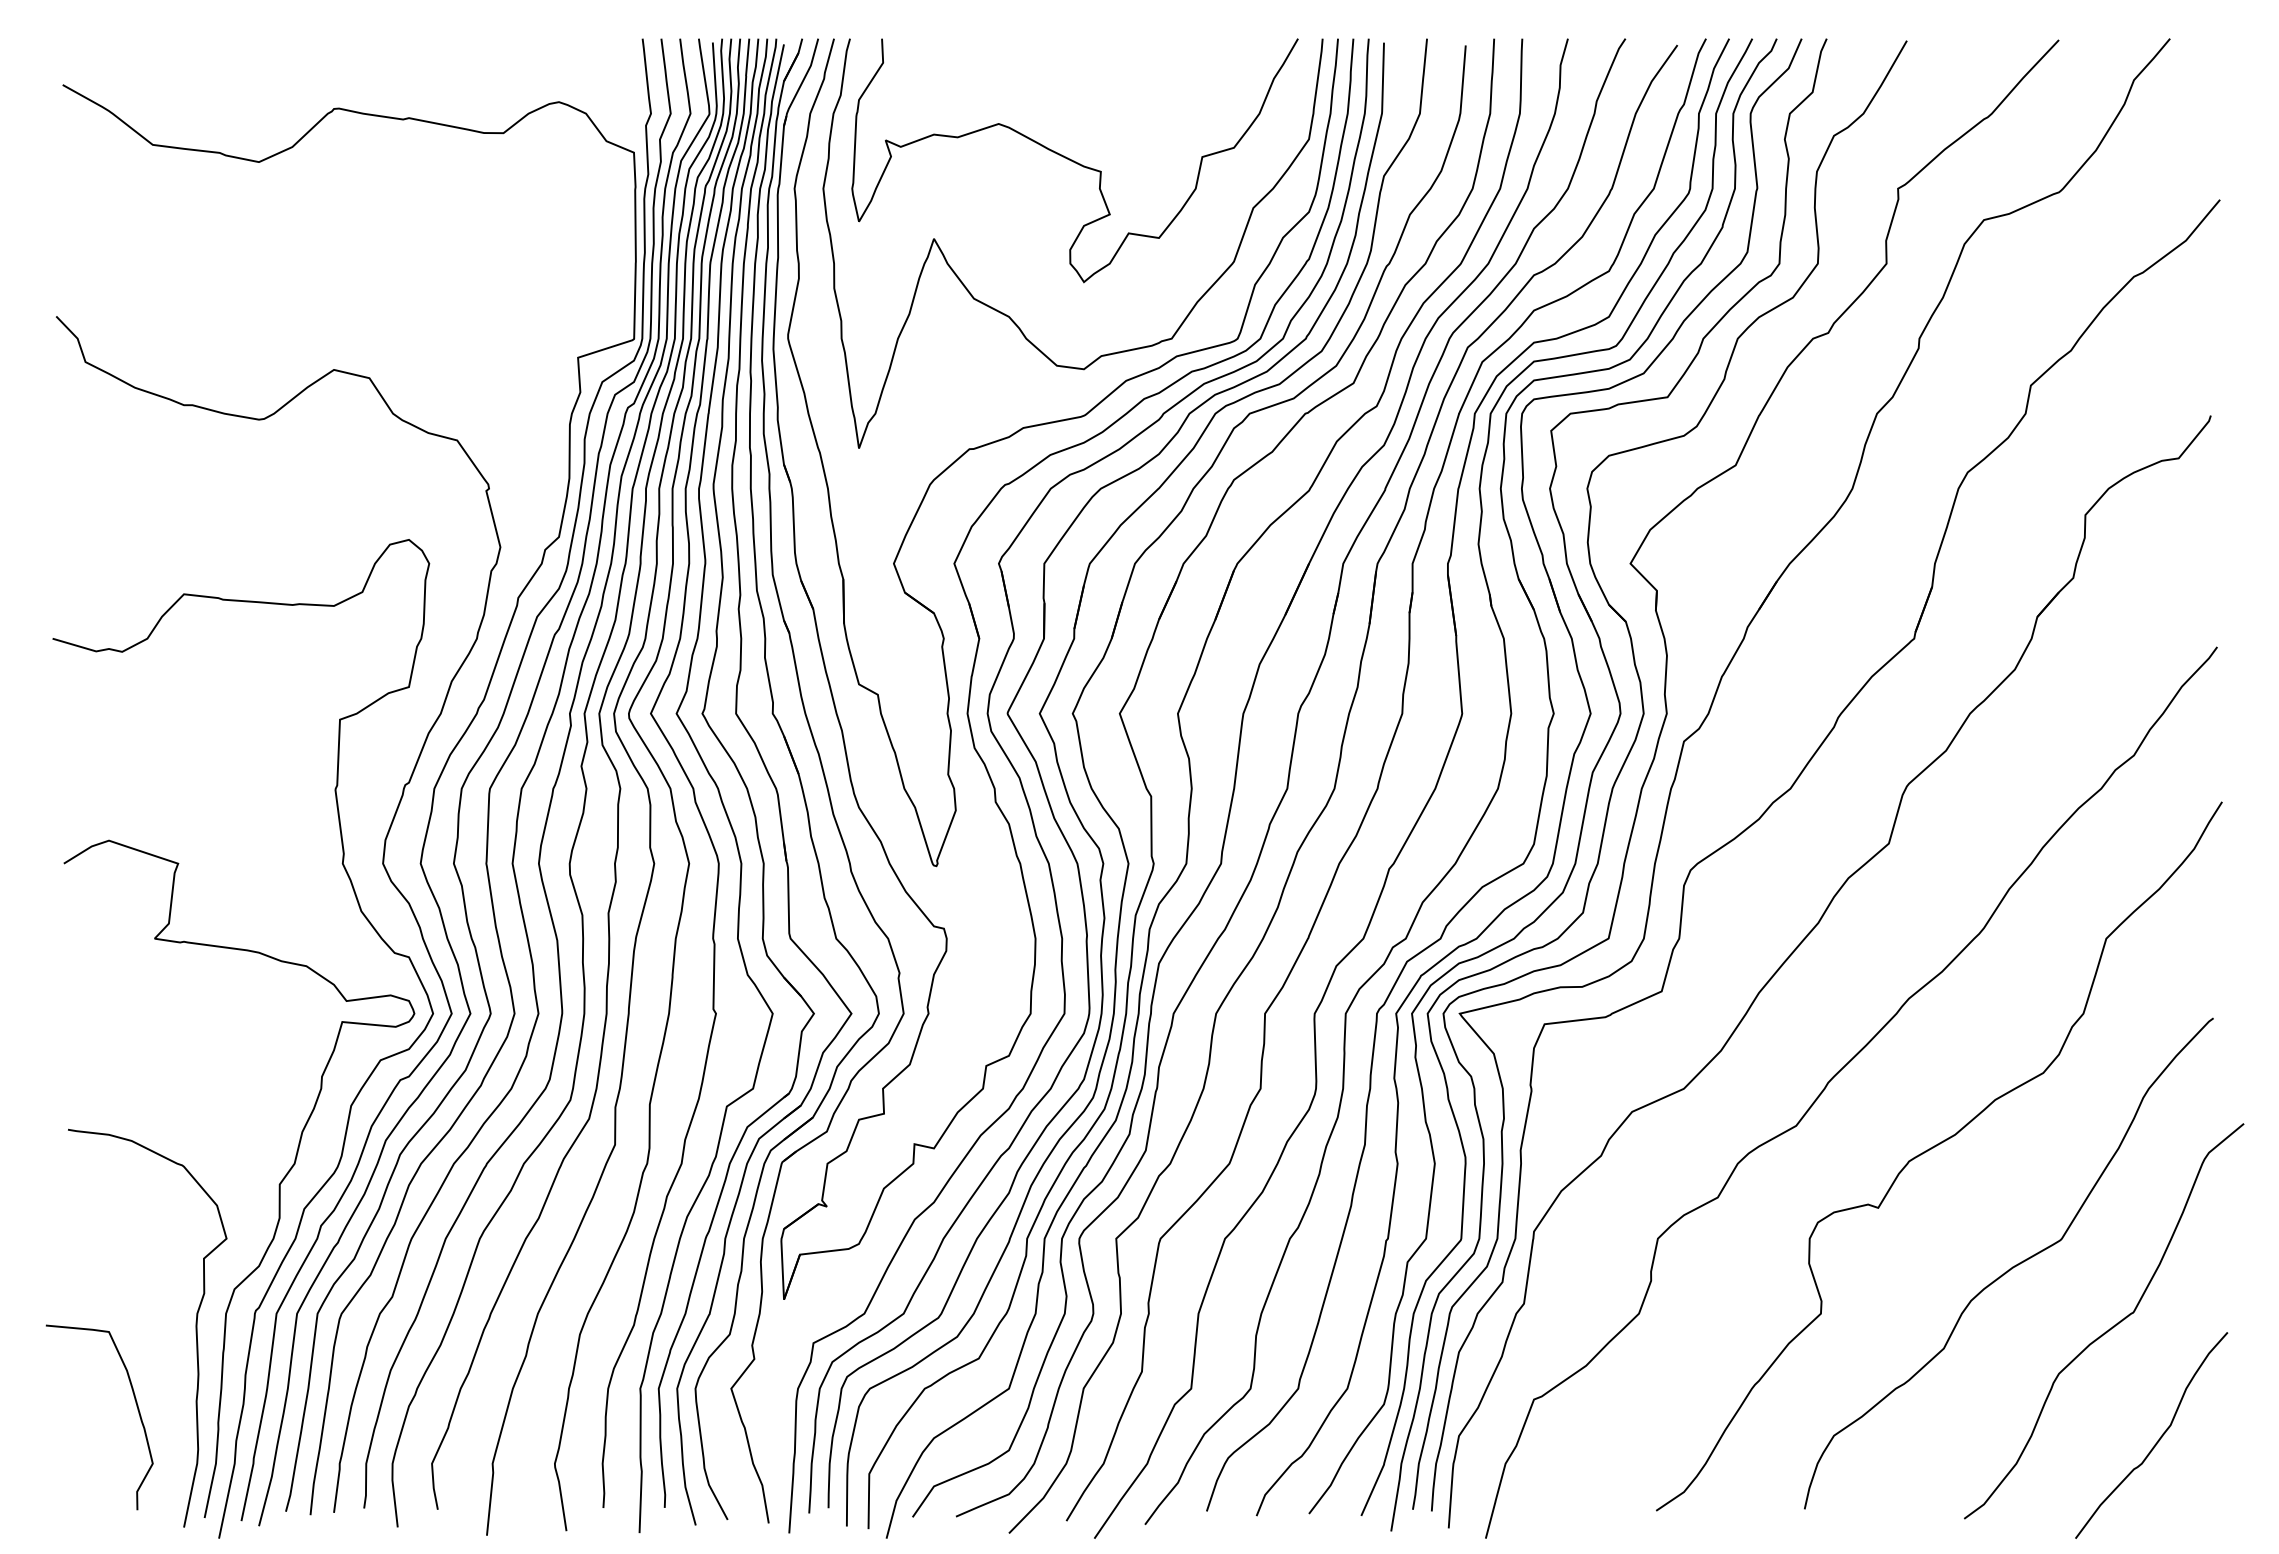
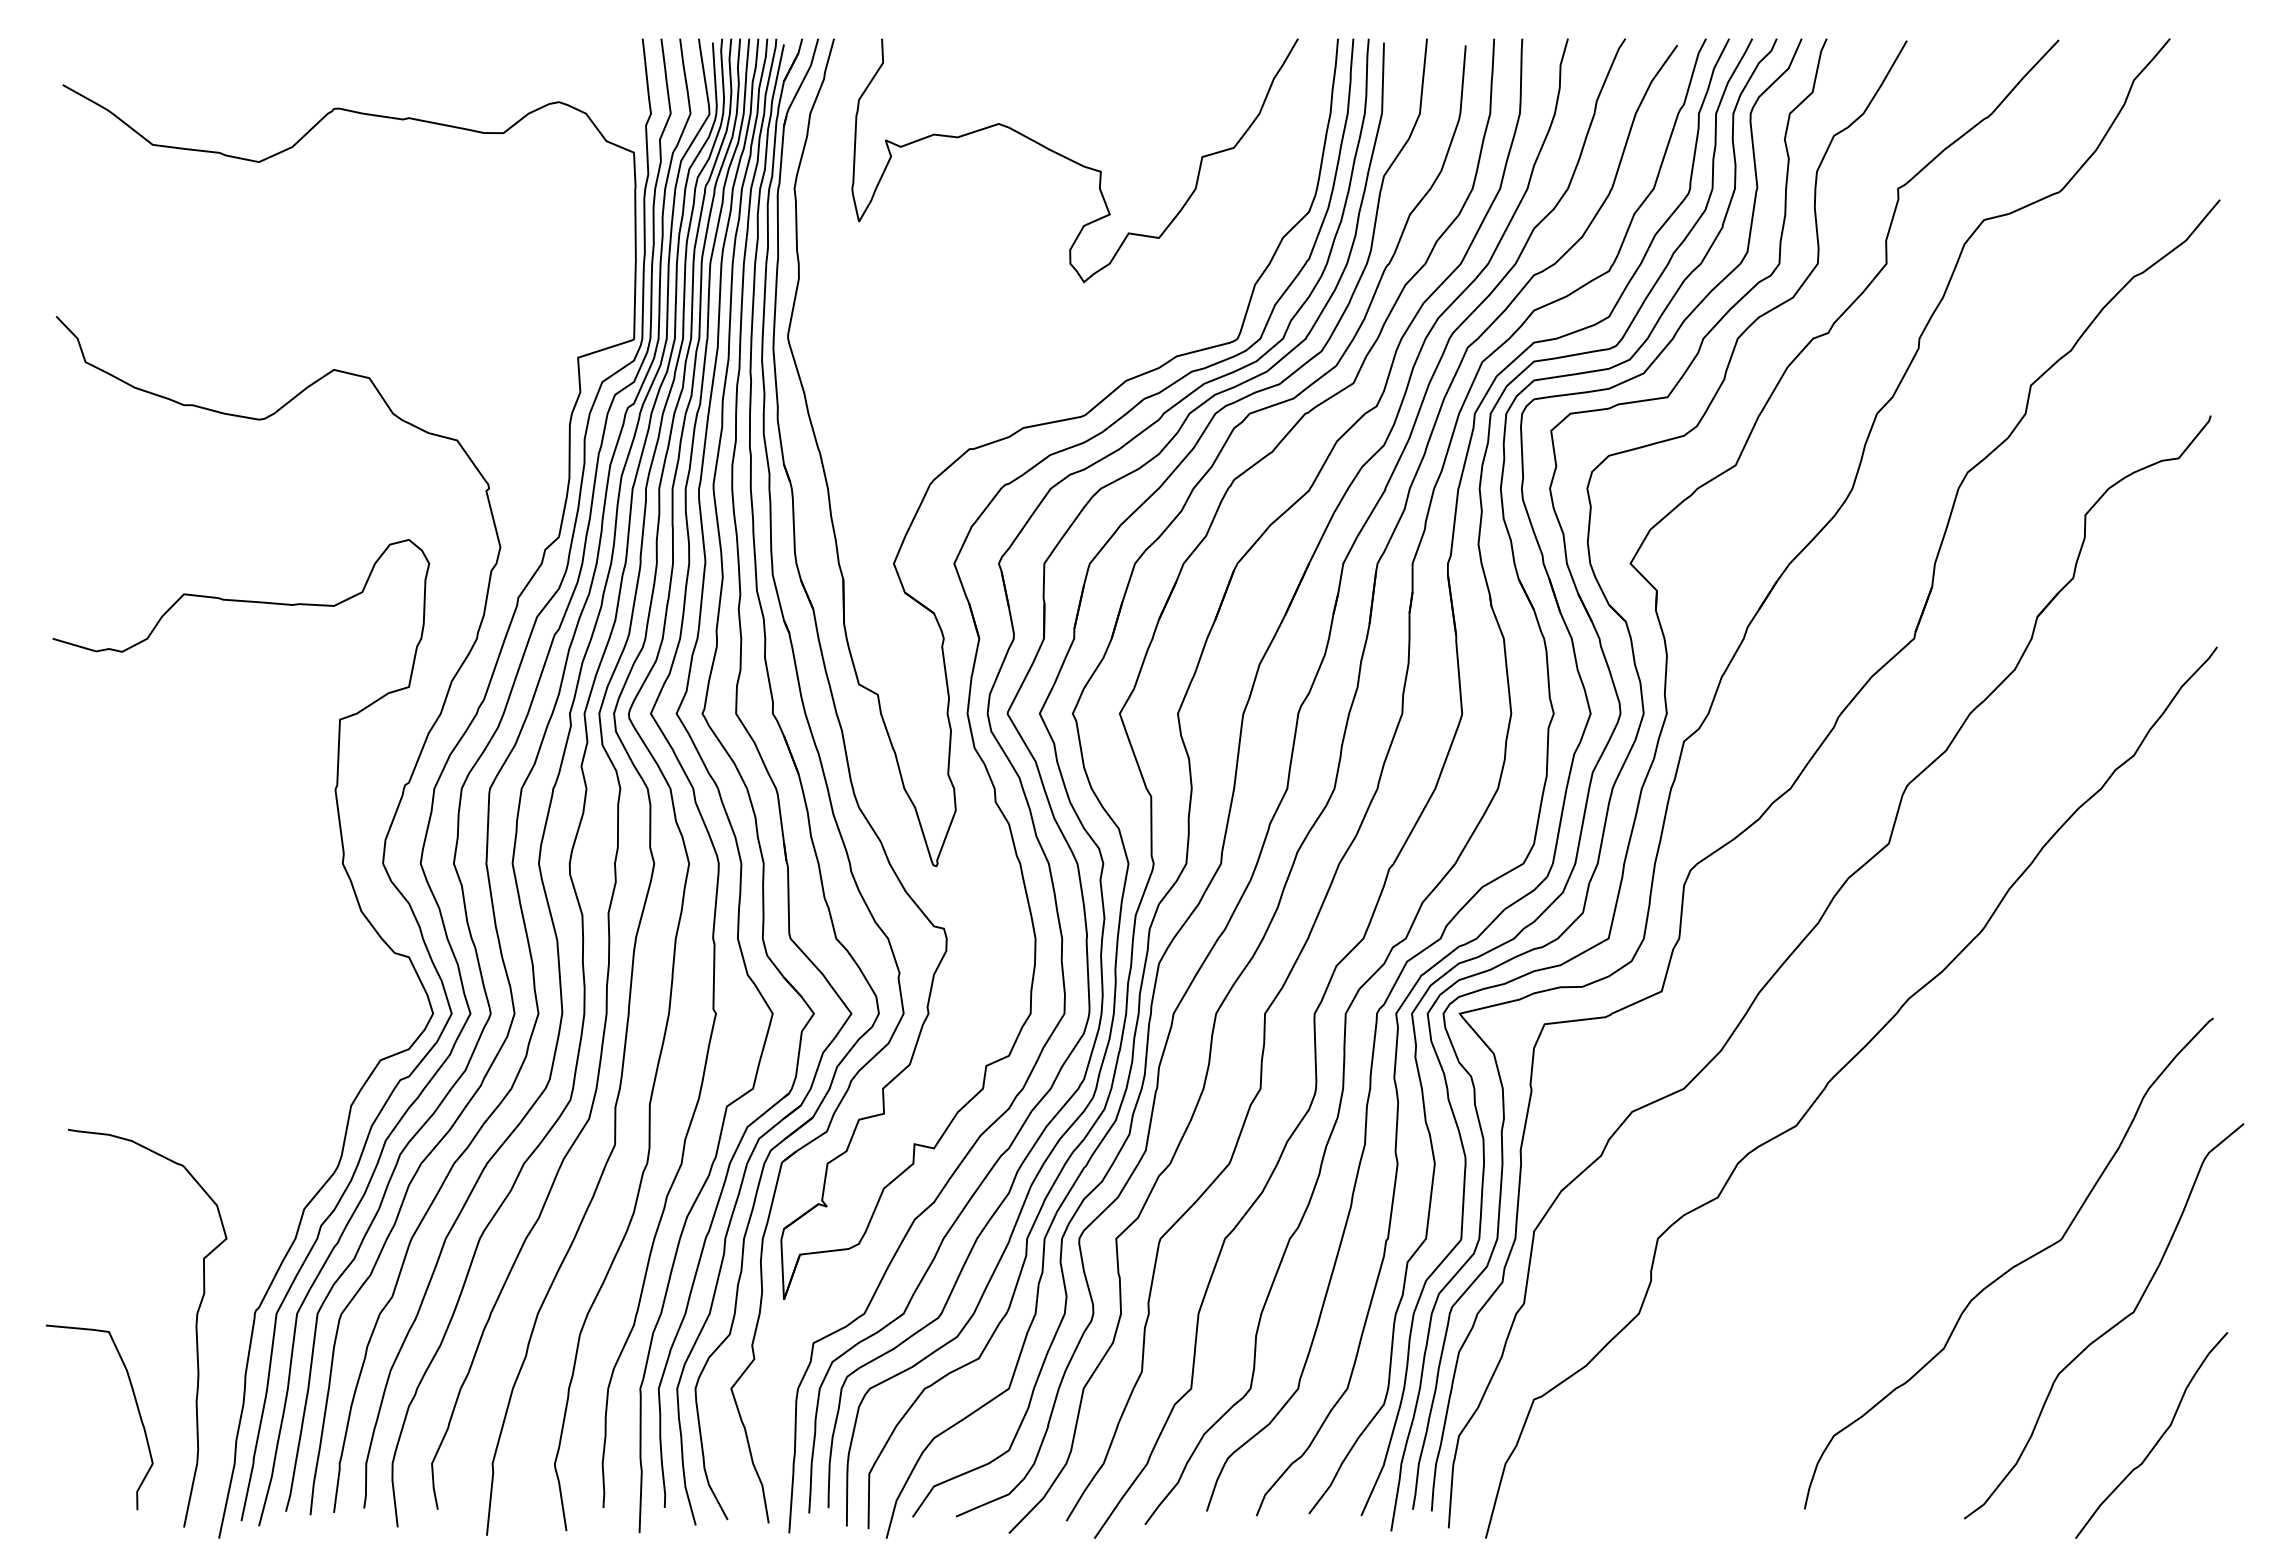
curve at (1008, 315): present -> none
curve at (1935, 1147): present -> none
curve at (278, 1184): present -> none
